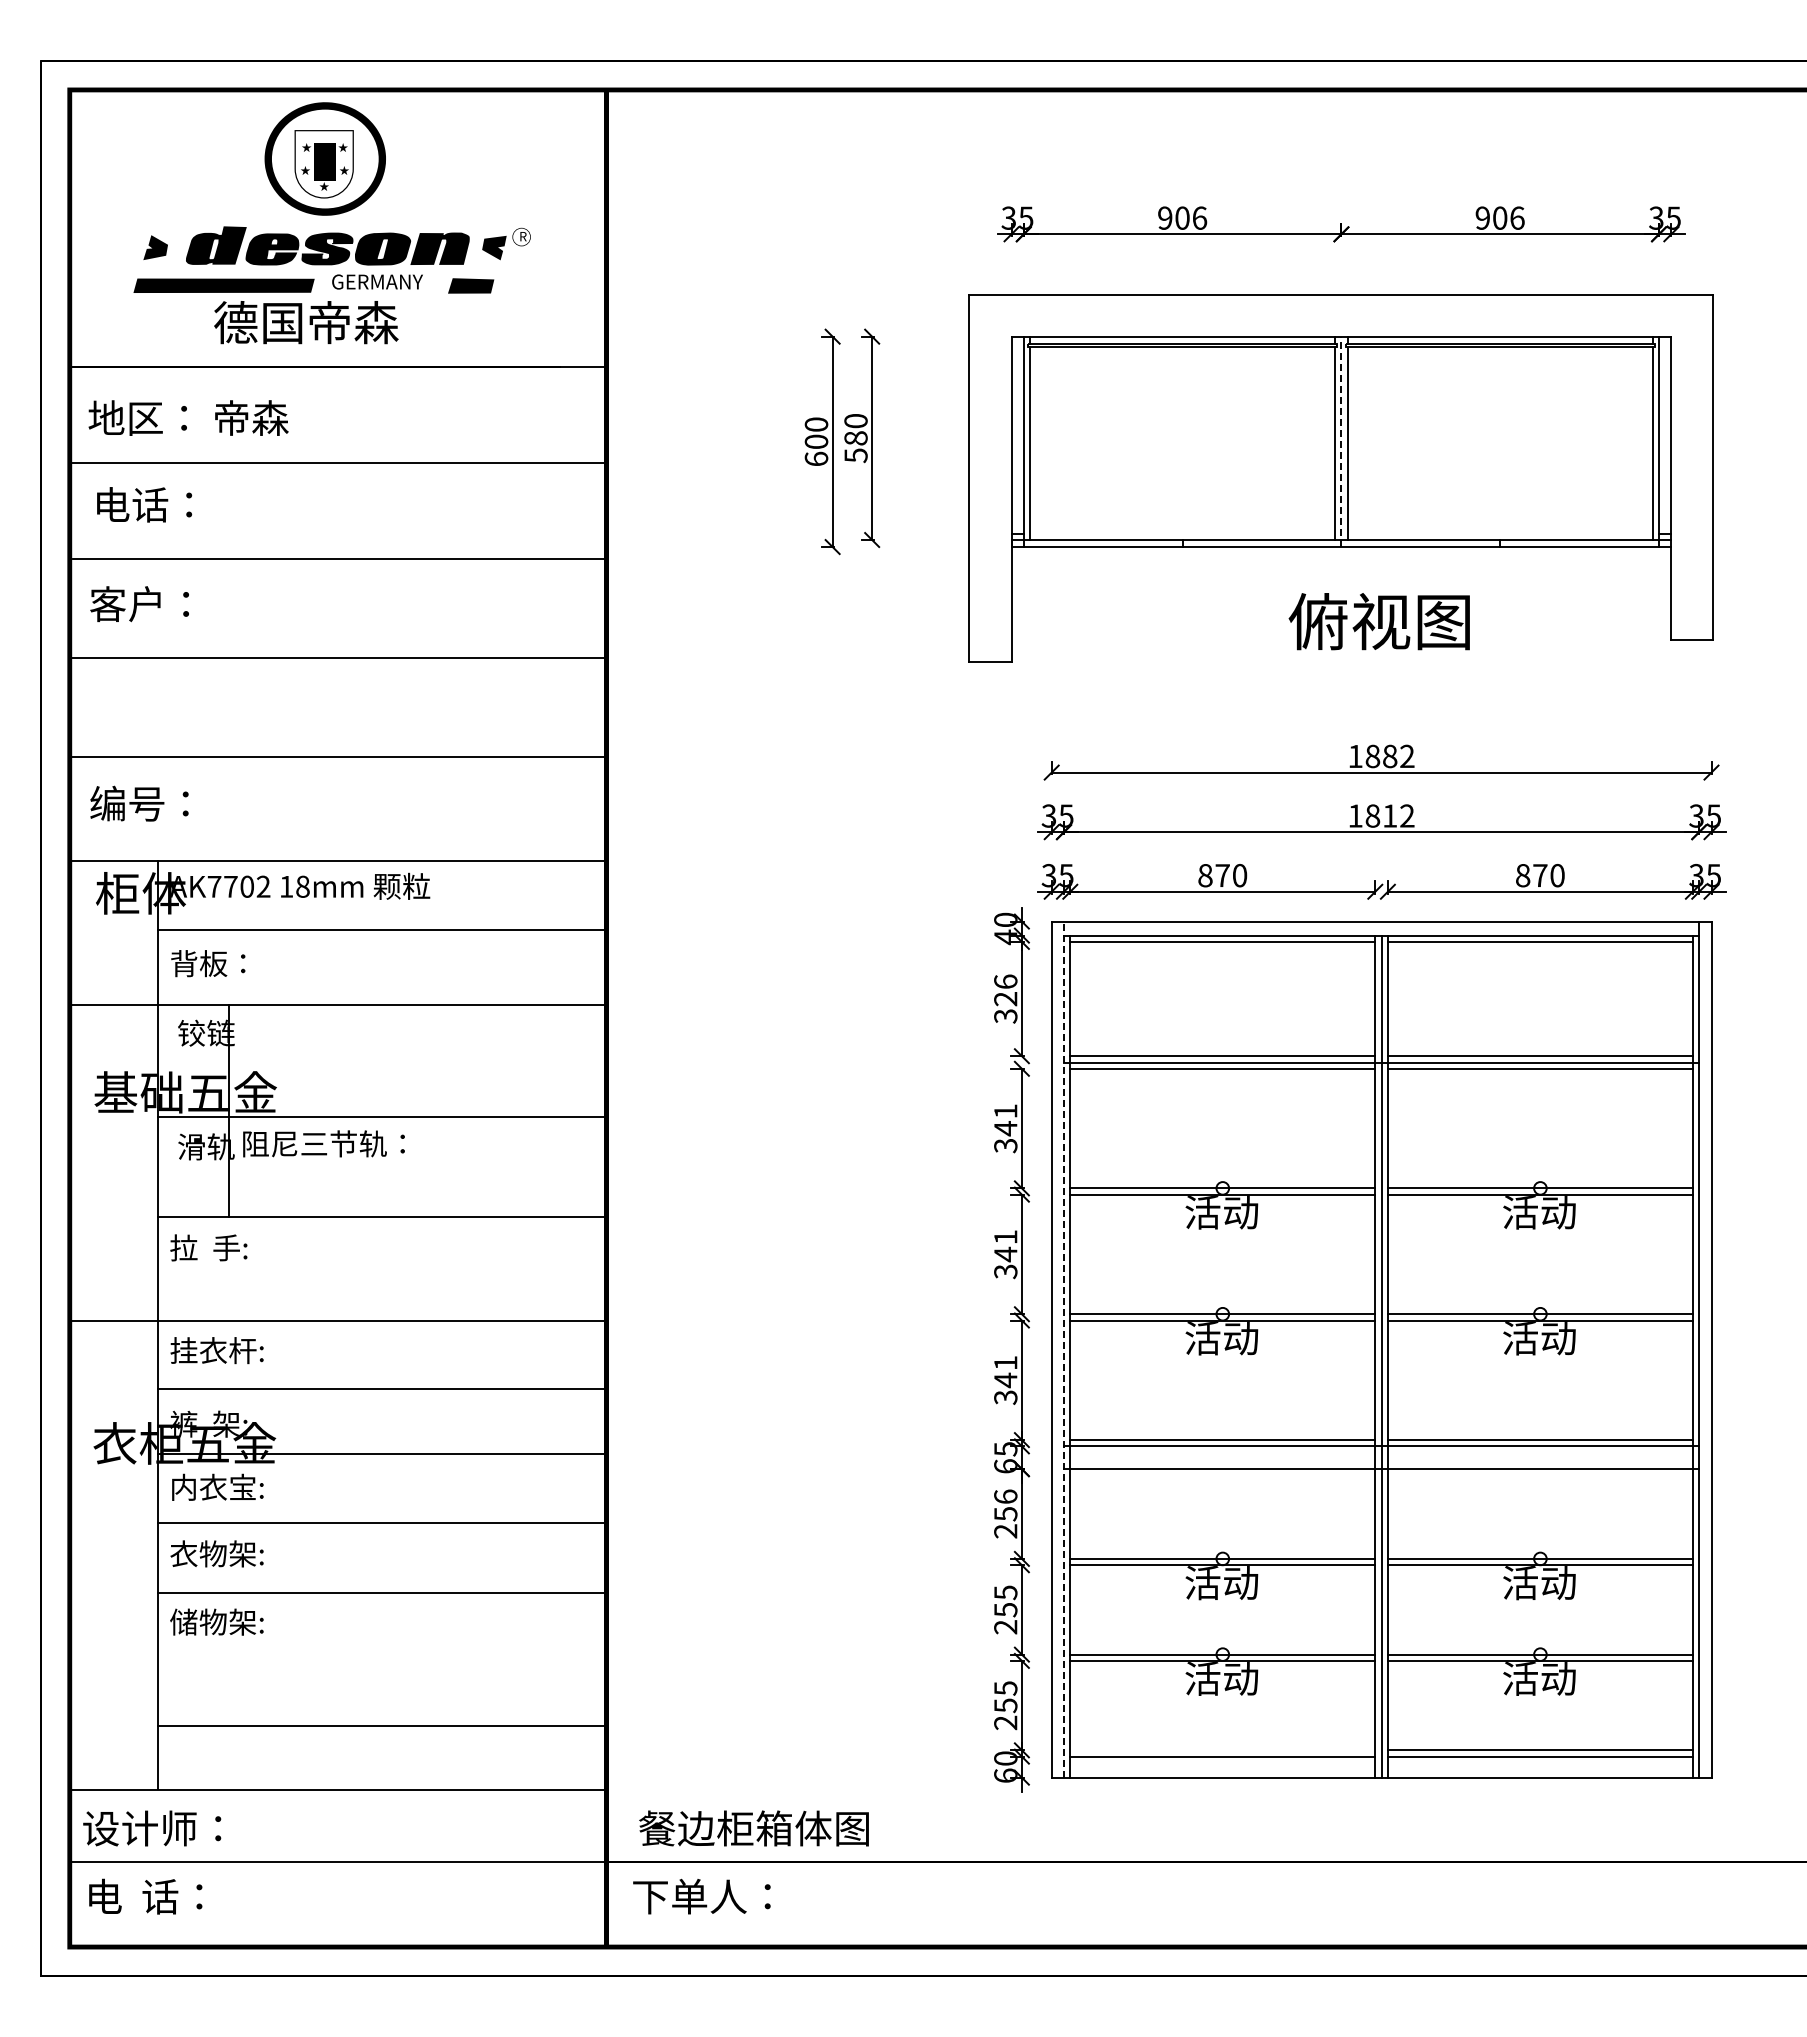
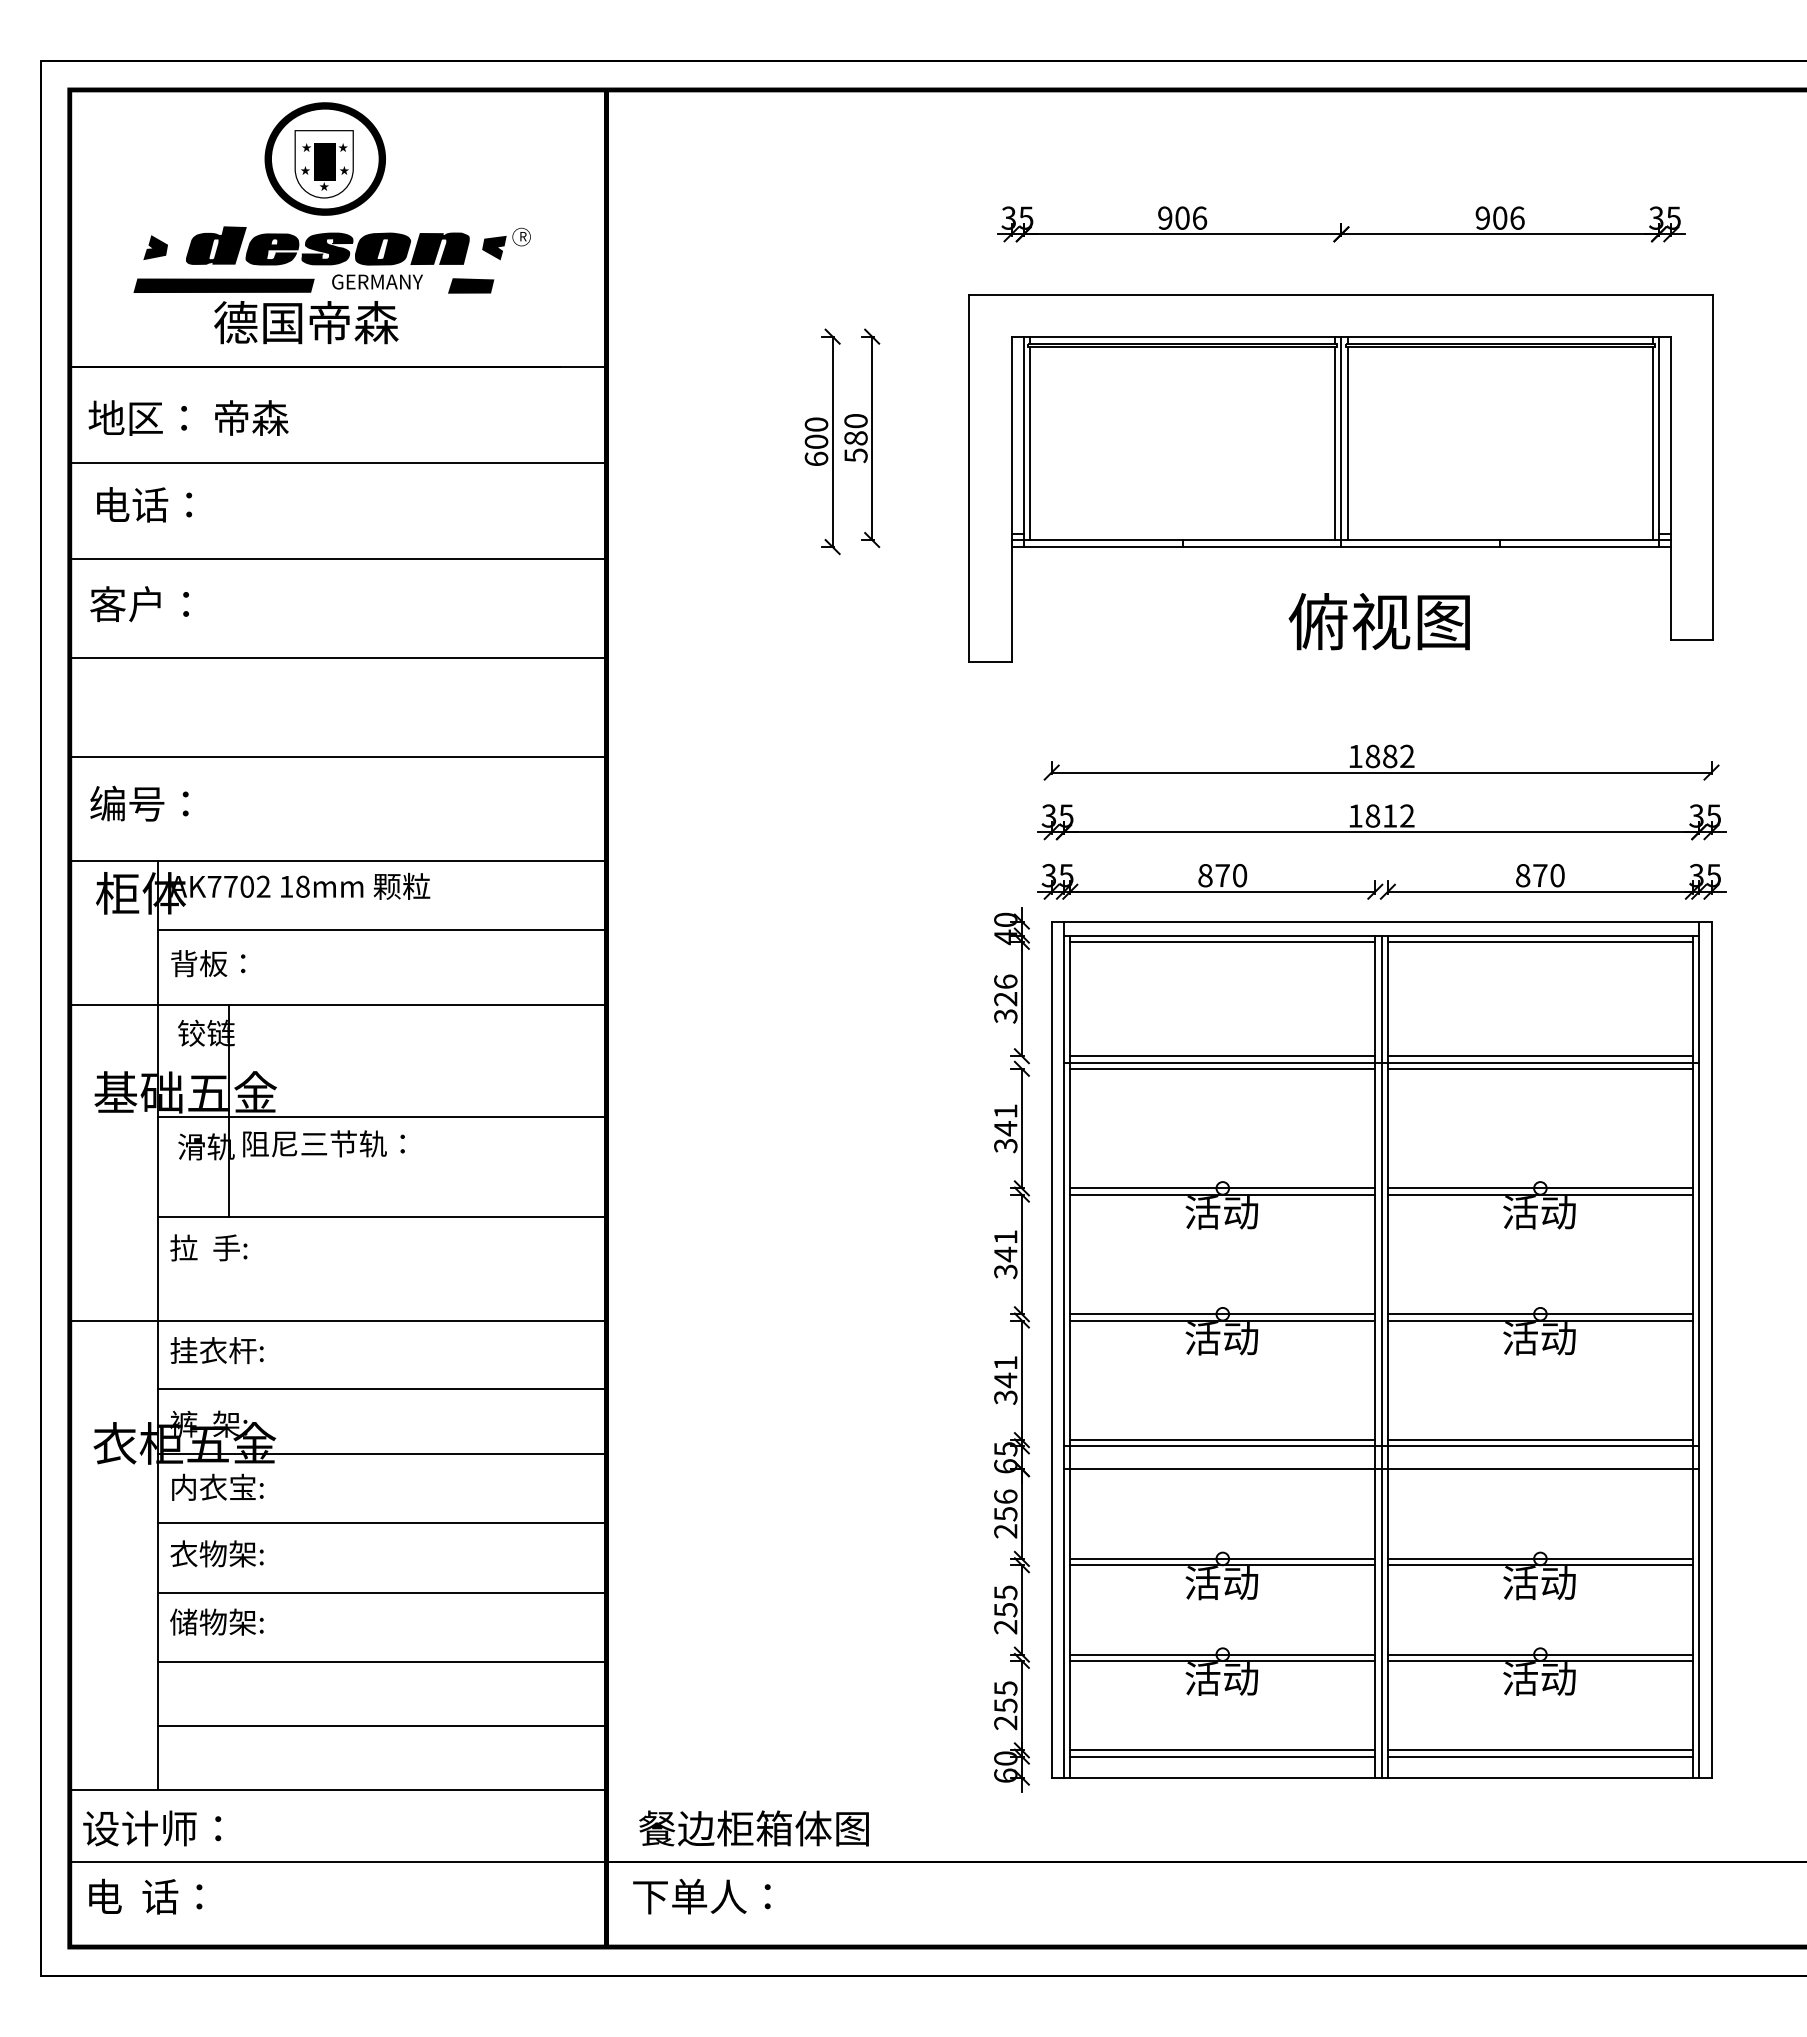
line at (1341, 441): dashed -> solid
line at (1063, 1349): dashed -> solid
line at (382, 1662): none -> present
line at (1222, 1750): none -> present
